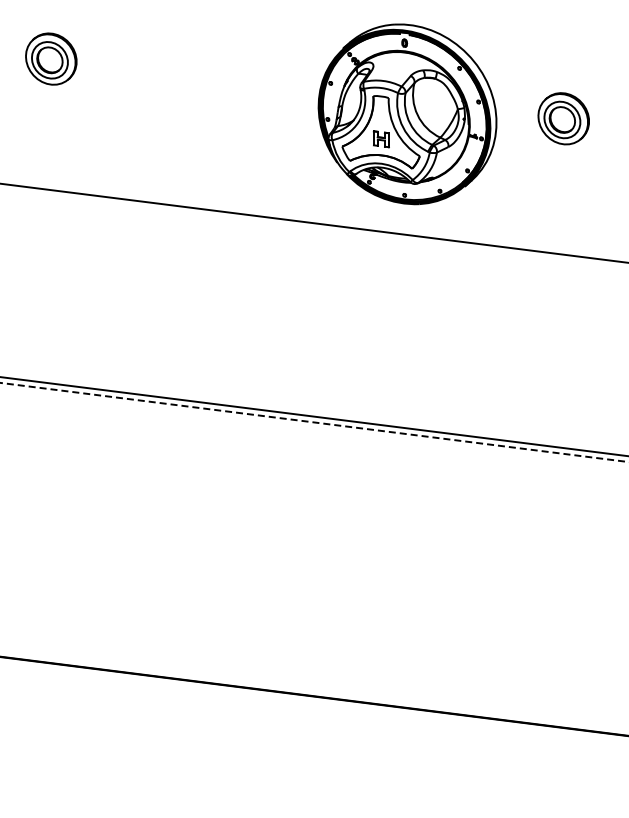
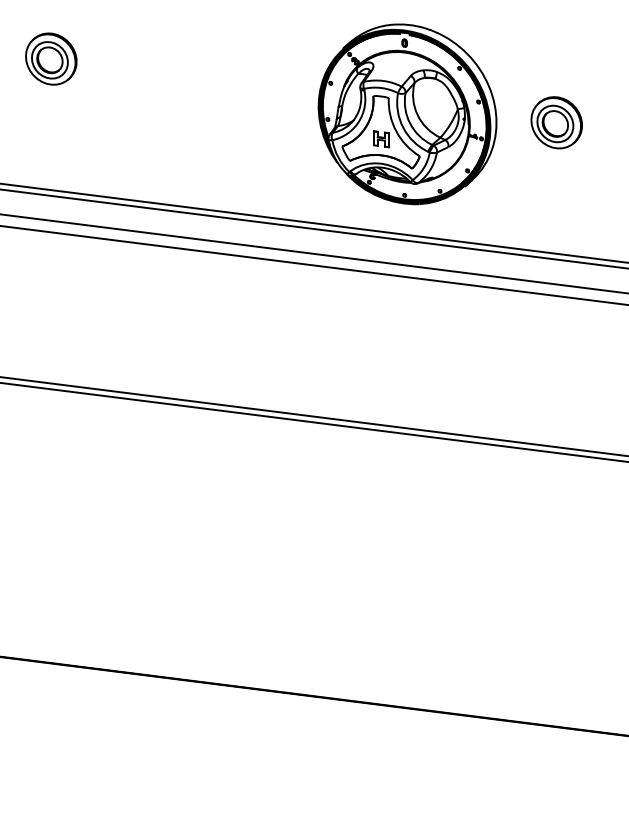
part at (563, 118) position: (563, 118) -> (556, 122)
line at (313, 228): none -> present
line at (313, 253): none -> present
line at (313, 265): none -> present
line at (315, 422): dashed -> solid
